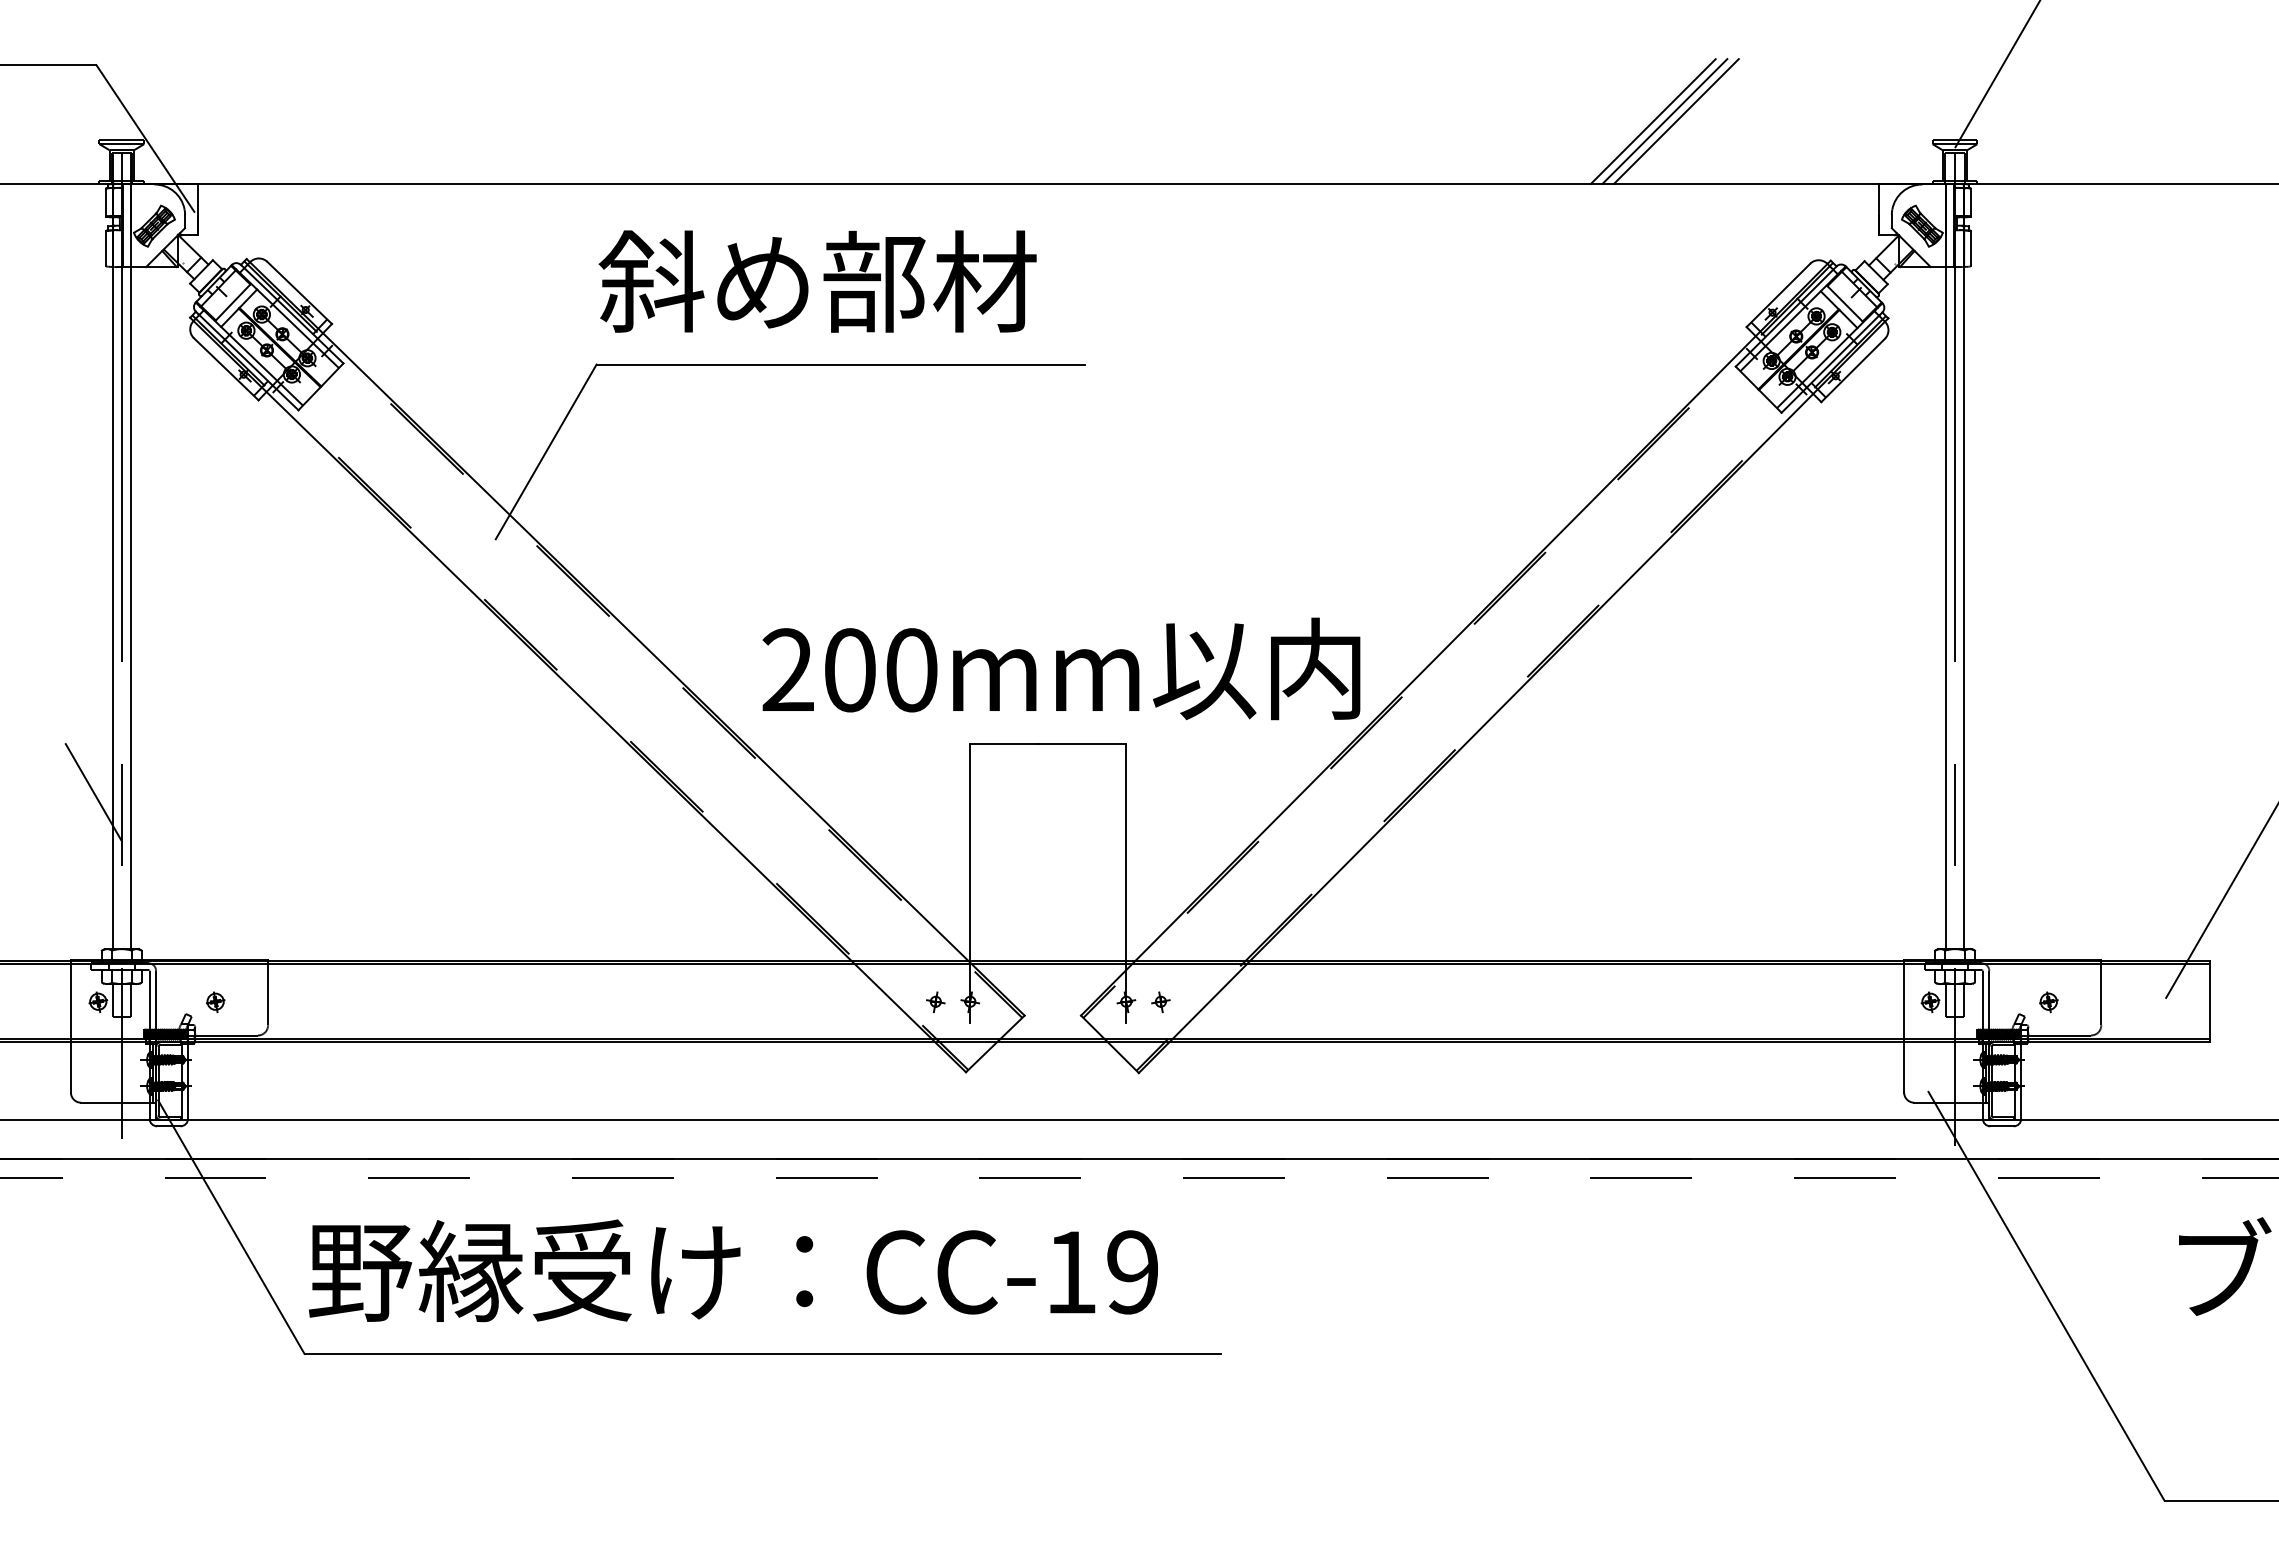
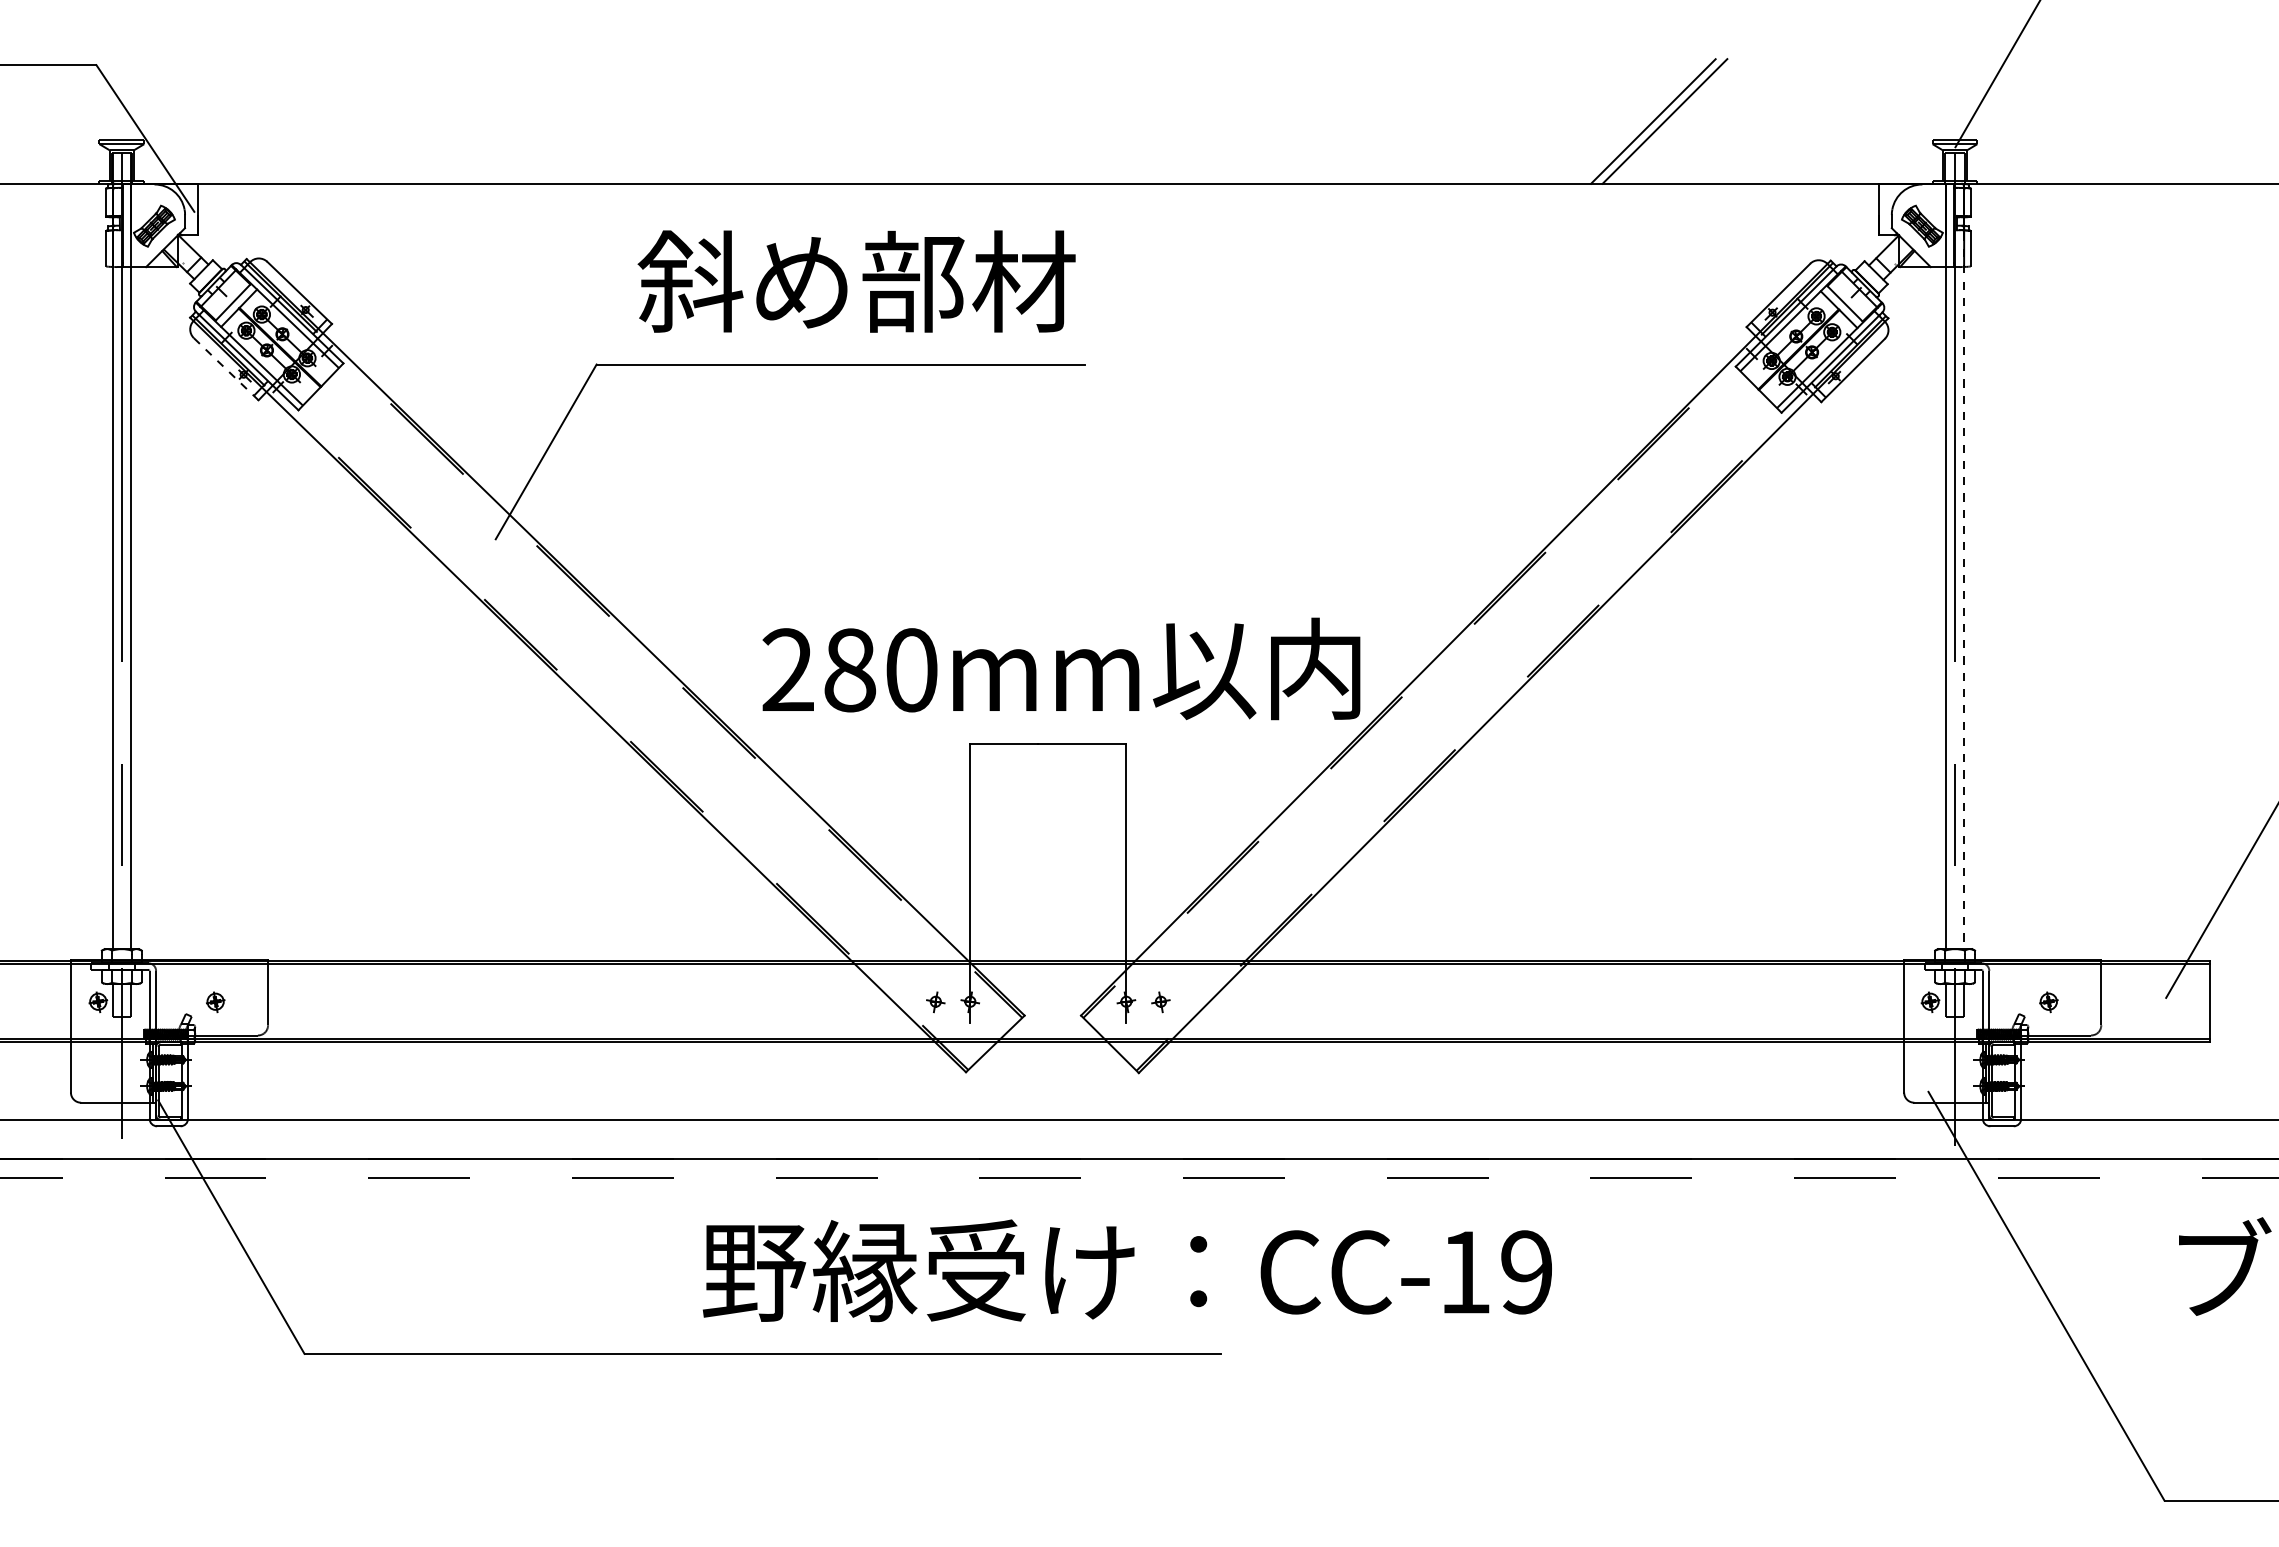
line at (1676, 121): present -> none
text at (817, 281) position: (817, 281) -> (856, 281)
line at (226, 369): solid -> dashed
line at (1964, 566): solid -> dashed
text at (850, 670): 200mm -> 280mm
line at (93, 792): present -> none
text at (732, 1270) position: (732, 1270) -> (1126, 1270)
